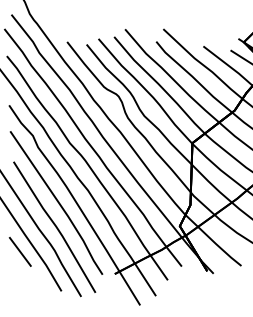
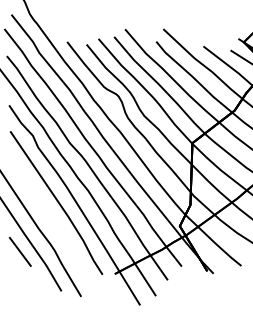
line at (54, 225): present -> none
